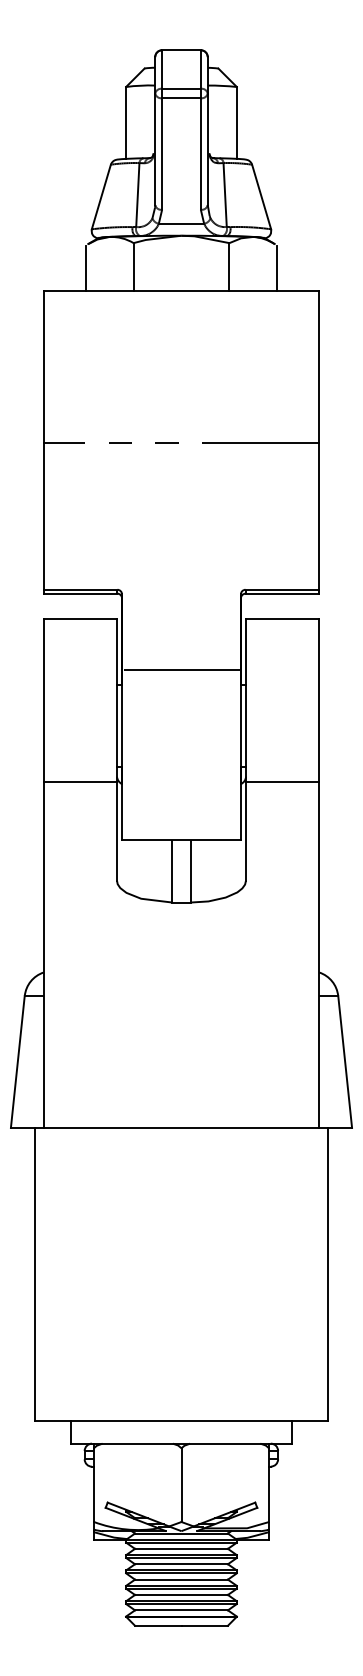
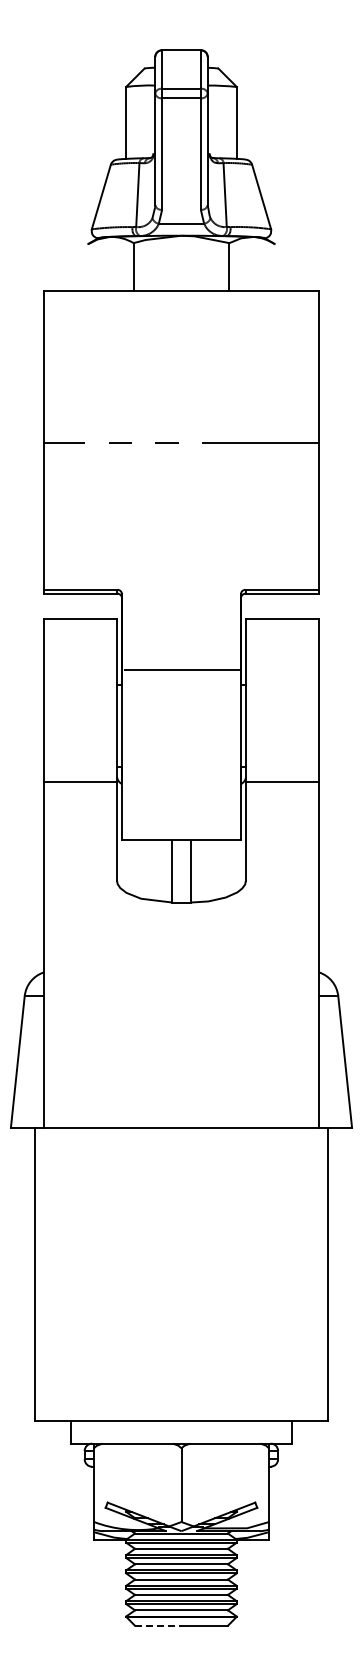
line at (85, 267): present -> none
line at (277, 267): present -> none
line at (158, 1625): solid -> dashed
